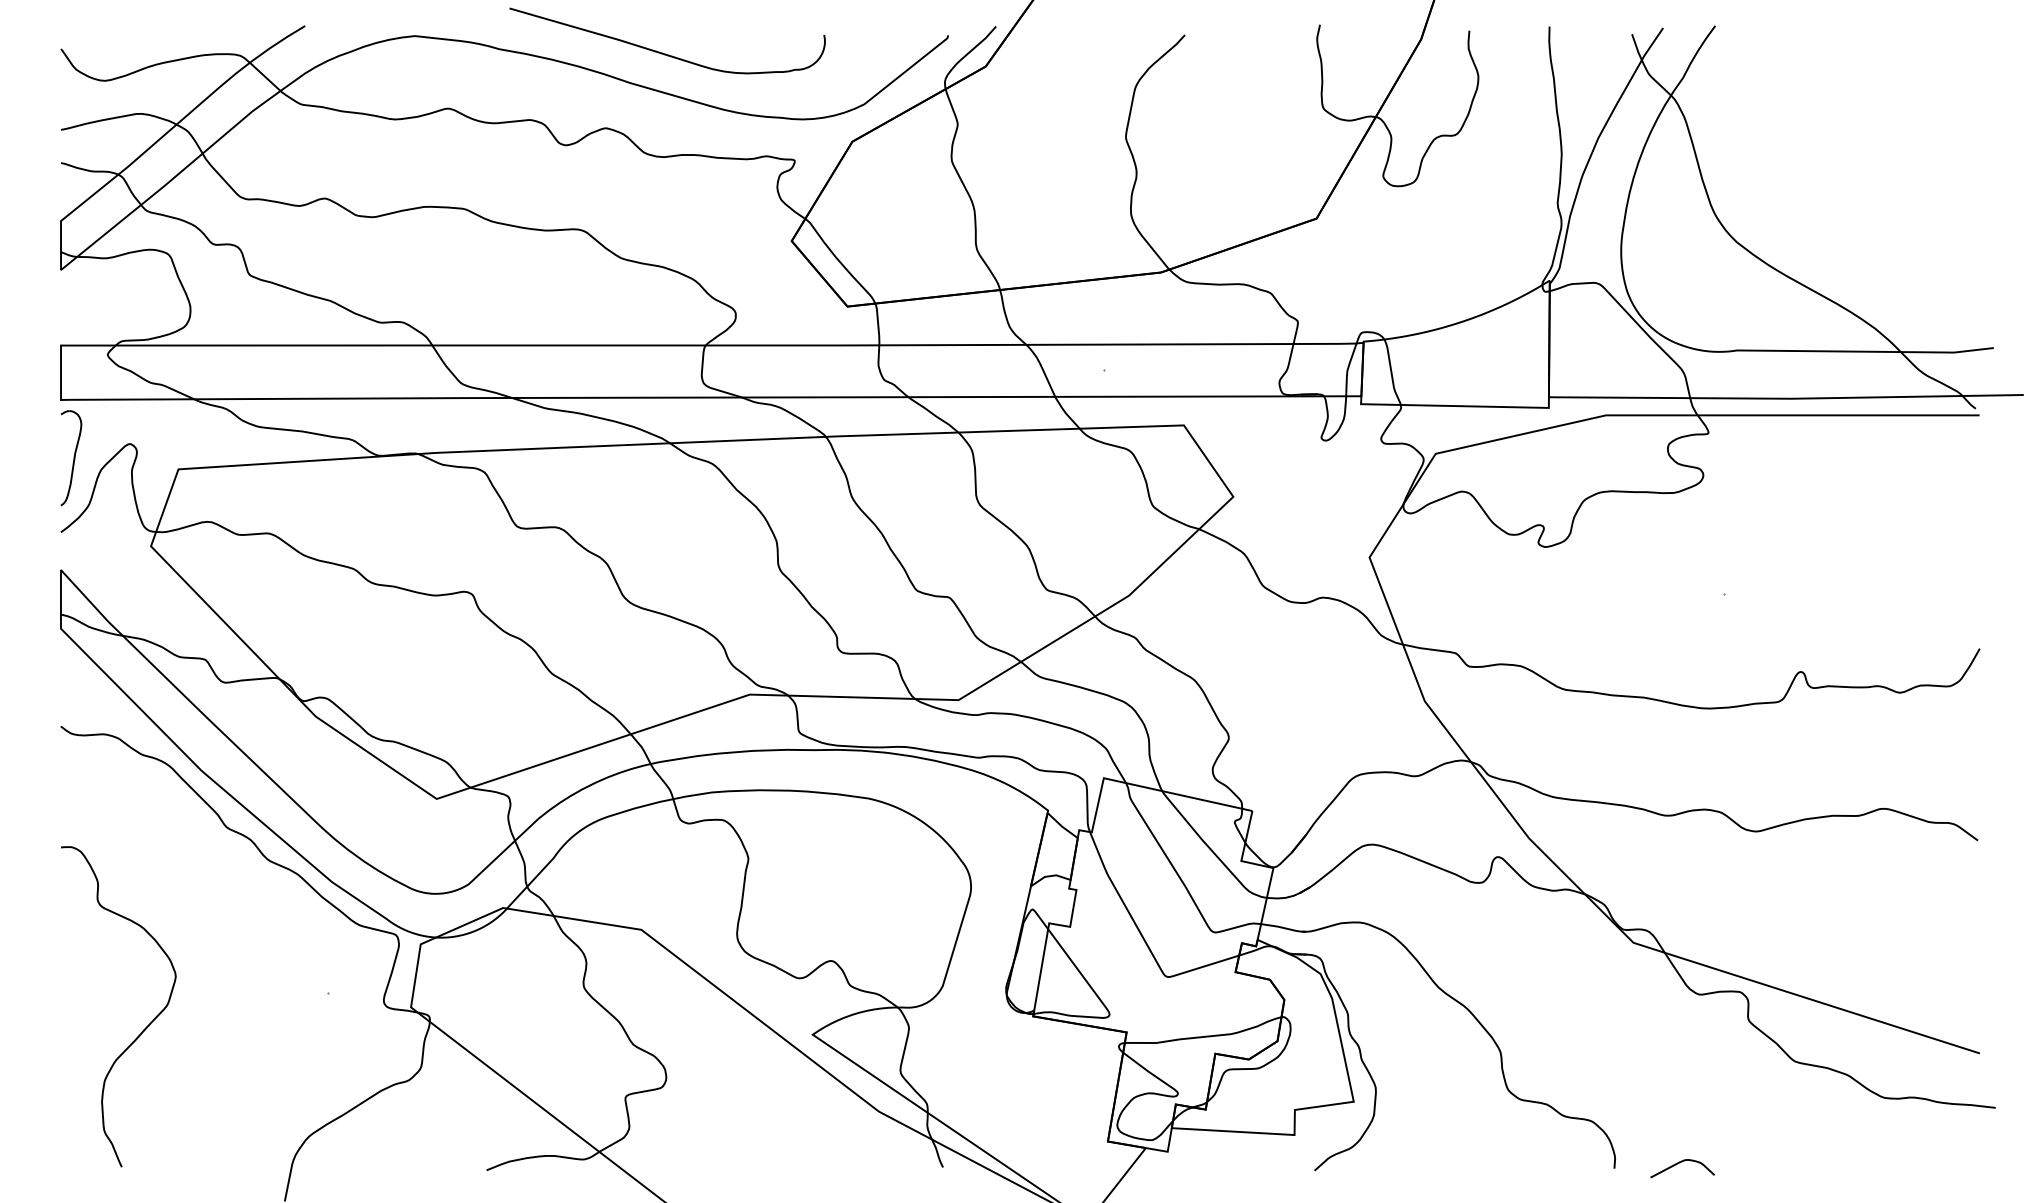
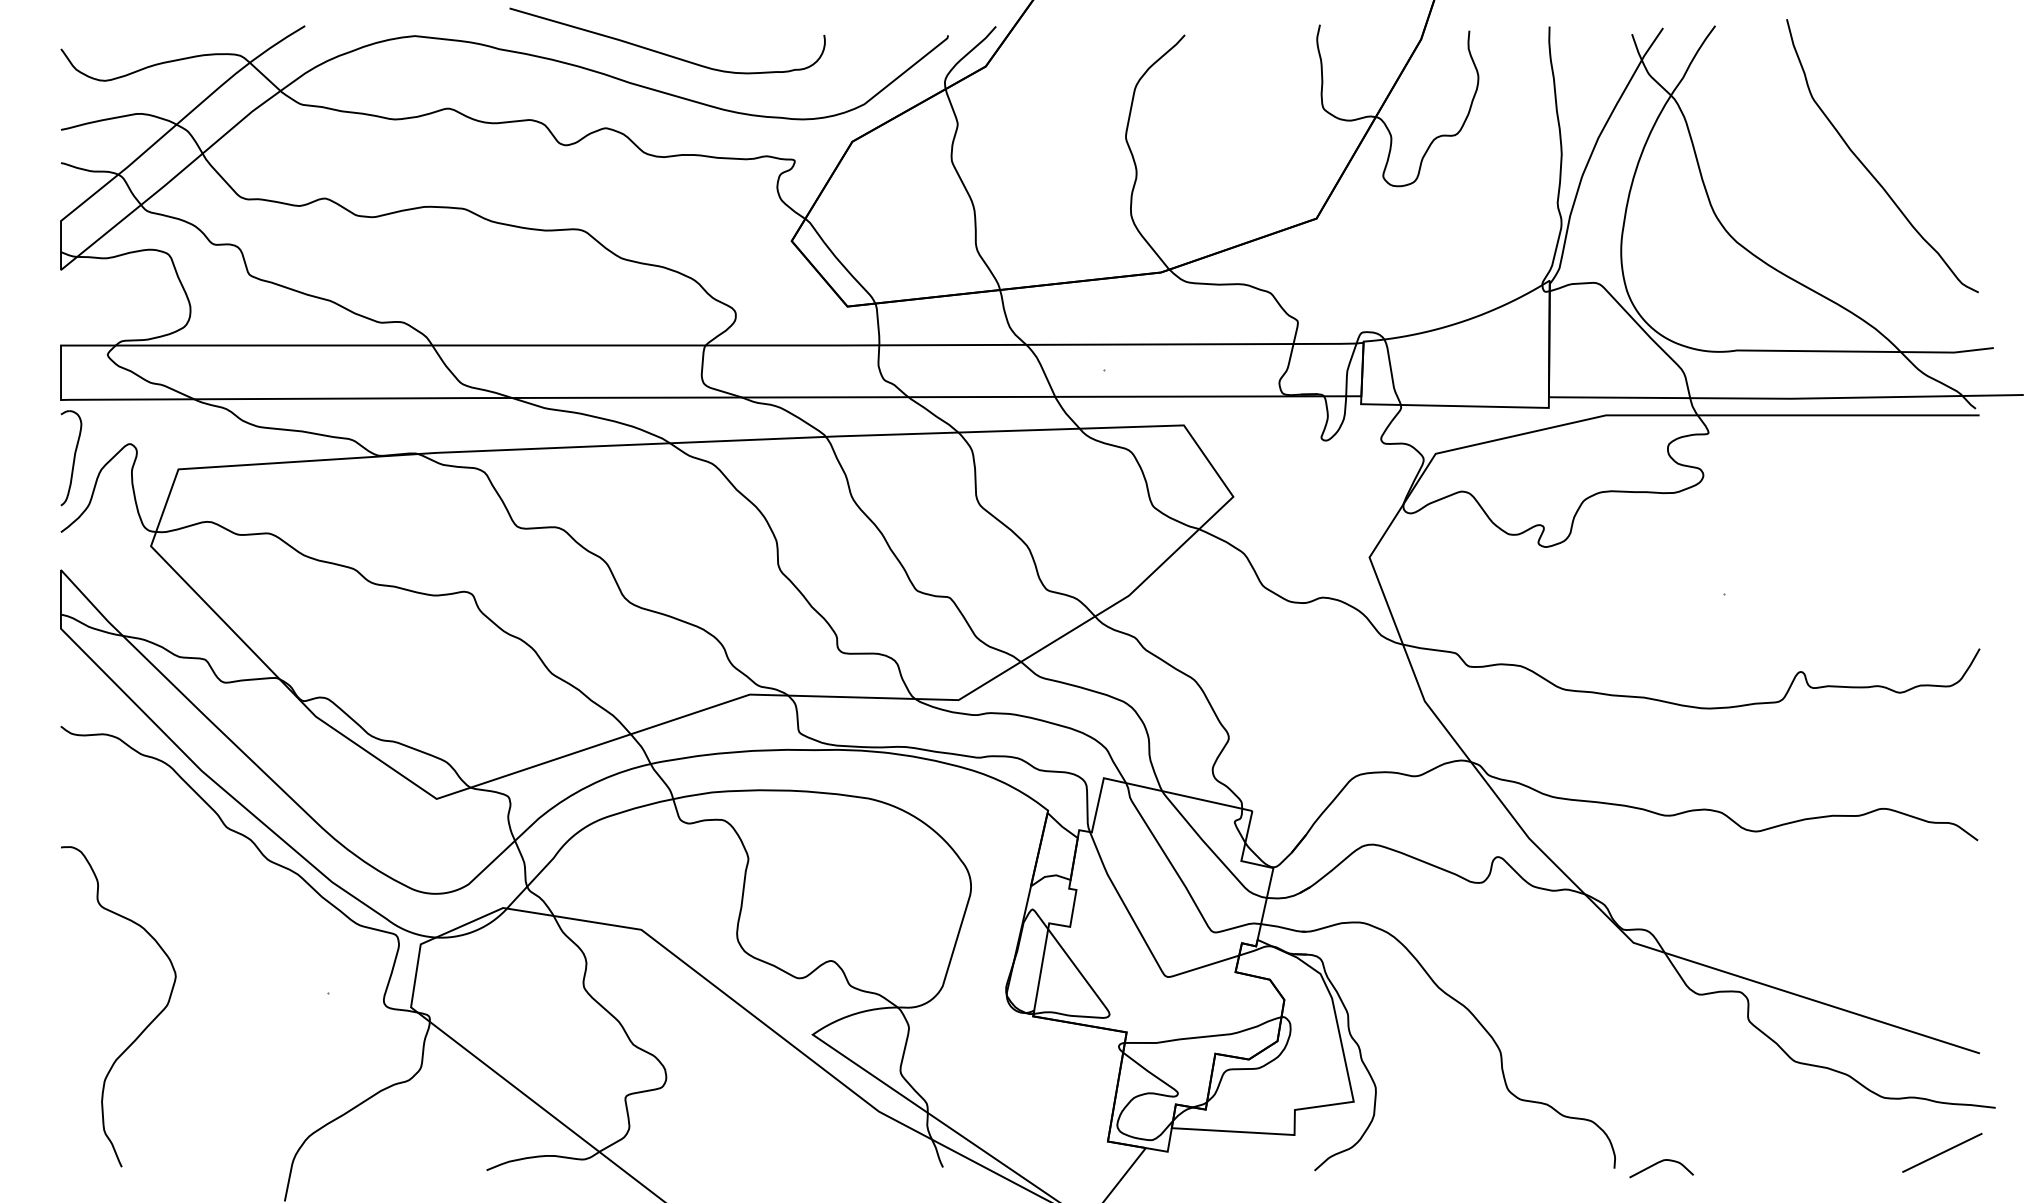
curve at (1868, 169): none -> present
line at (1942, 1152): none -> present
curve at (1680, 1163) position: (1680, 1163) -> (1659, 1163)
